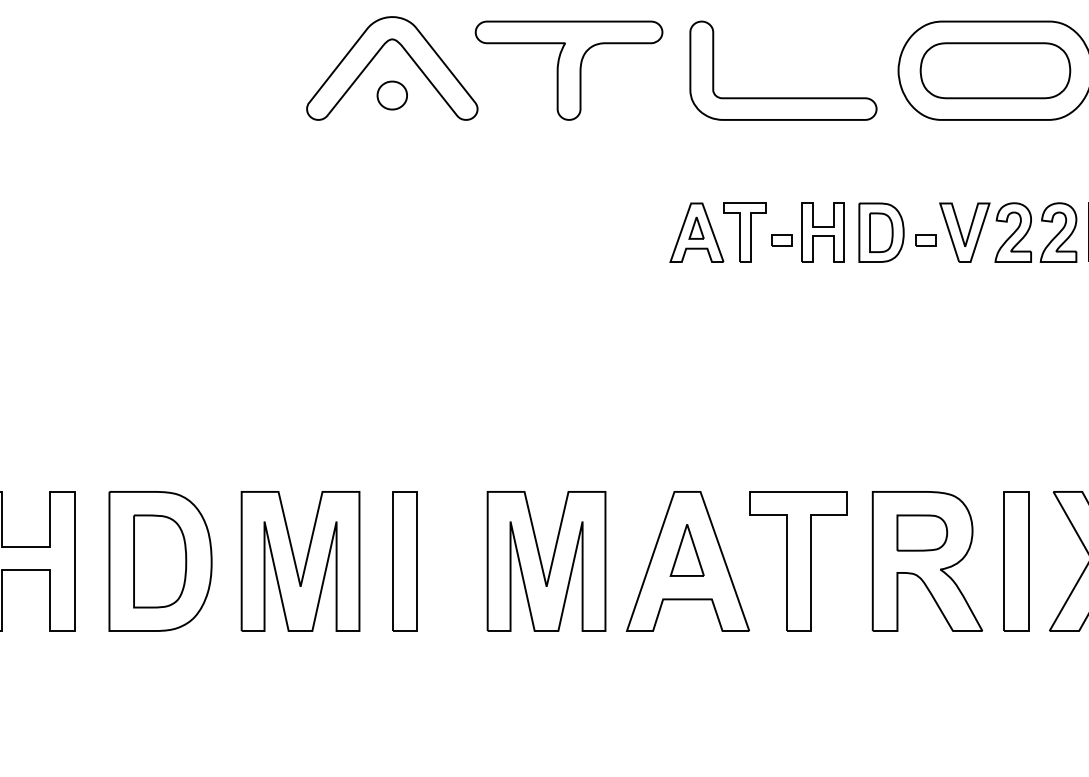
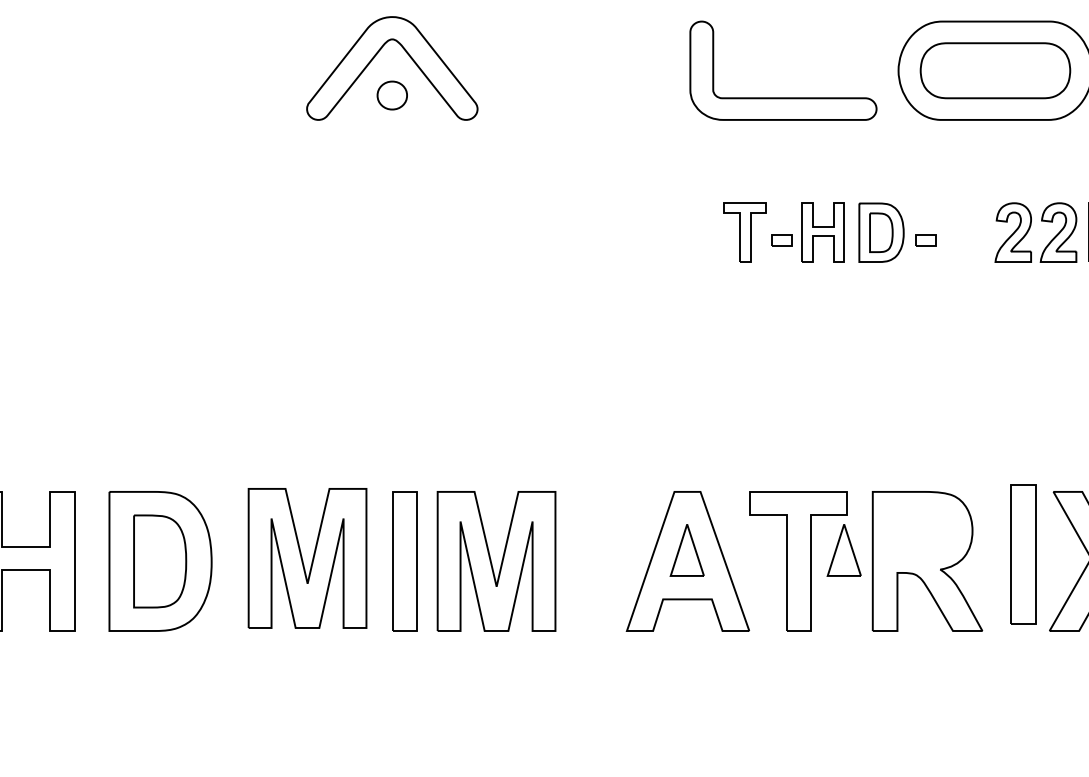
part at (568, 70): present -> none
part at (696, 232): present -> none
part at (964, 232): present -> none
part at (922, 532): present -> none
part at (843, 550): none -> present
part at (300, 561) position: (300, 561) -> (307, 558)
part at (546, 561) position: (546, 561) -> (496, 561)
part at (1016, 561) position: (1016, 561) -> (1023, 554)
